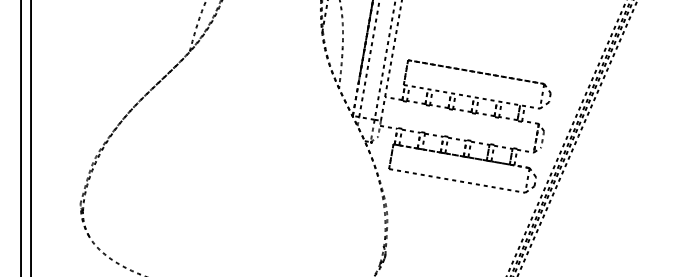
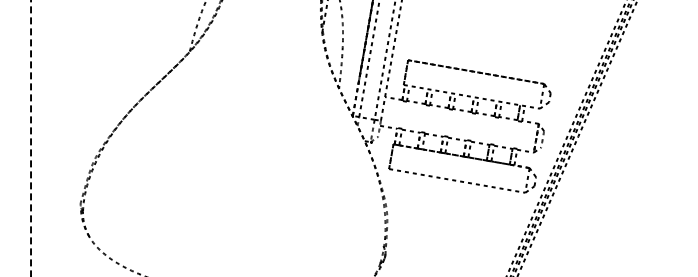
line at (21, 137): present -> none
line at (31, 138): solid -> dashed
